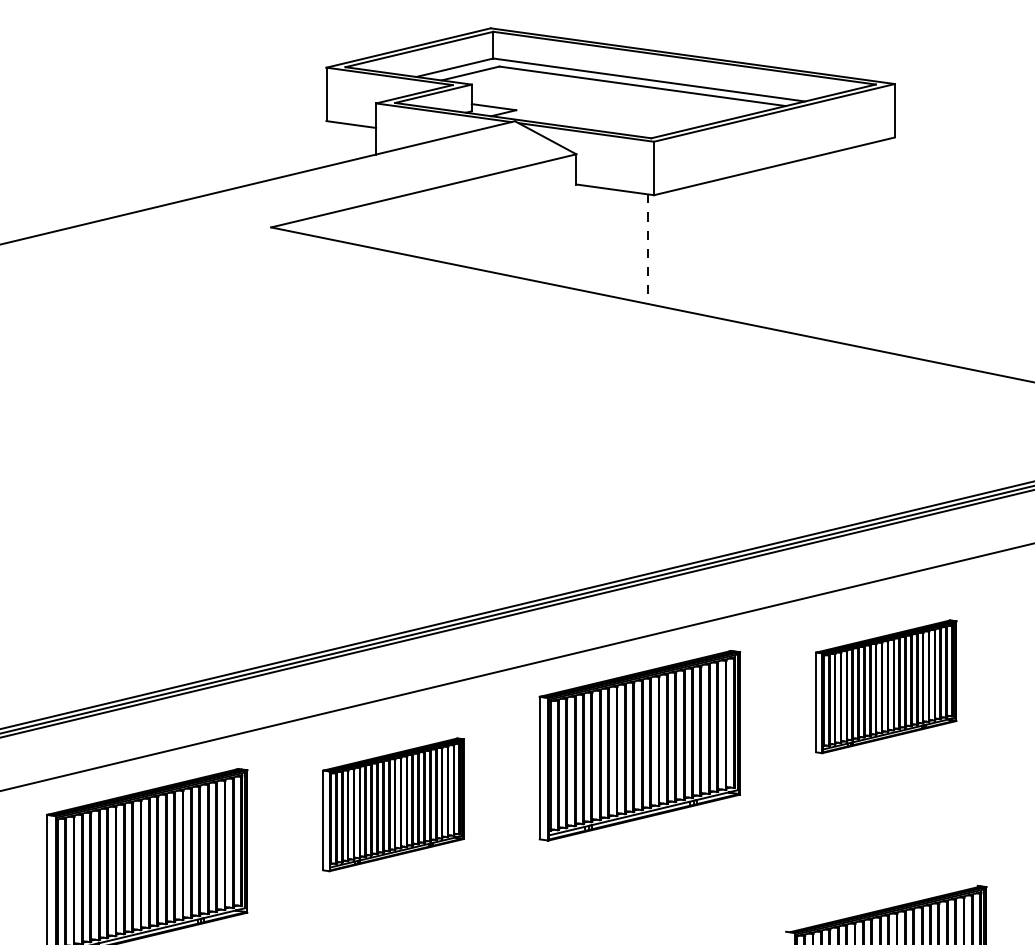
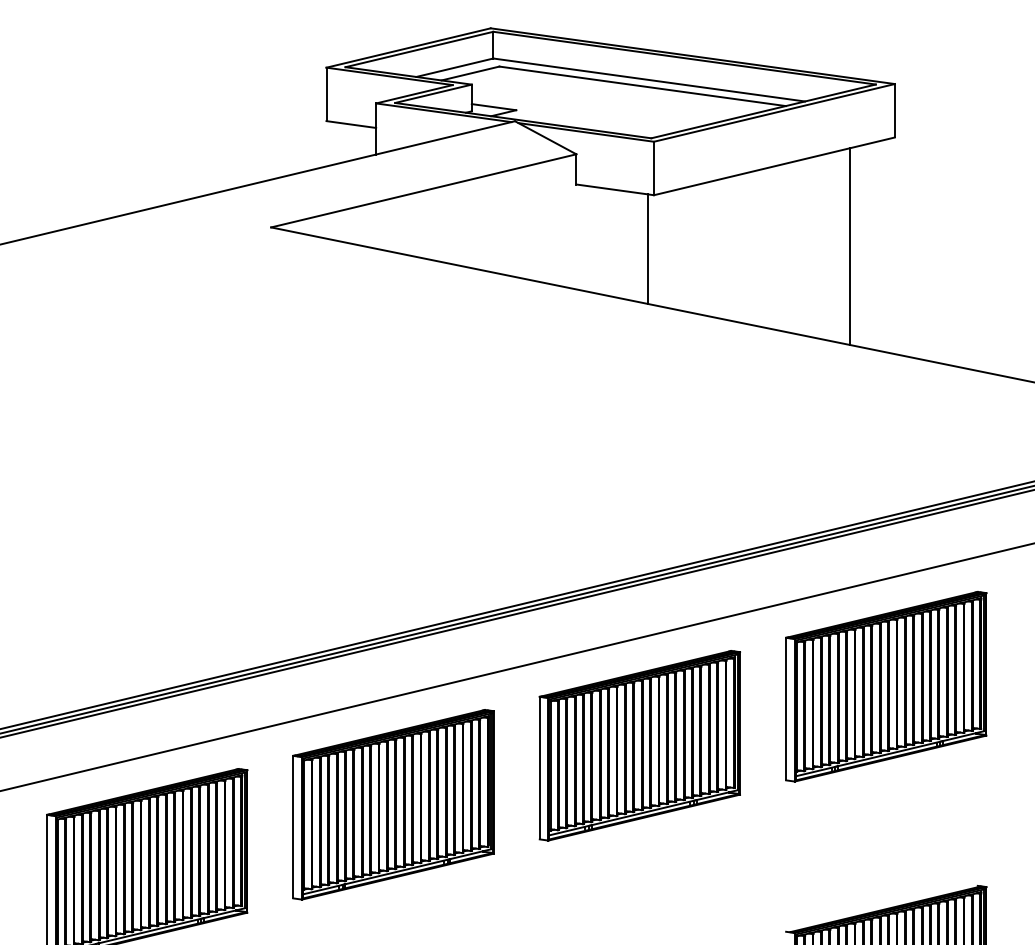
line at (850, 246): none -> present
line at (647, 249): dashed -> solid
part at (886, 686) size: 143x136 px -> 203x192 px
part at (393, 804) size: 143x136 px -> 203x192 px
